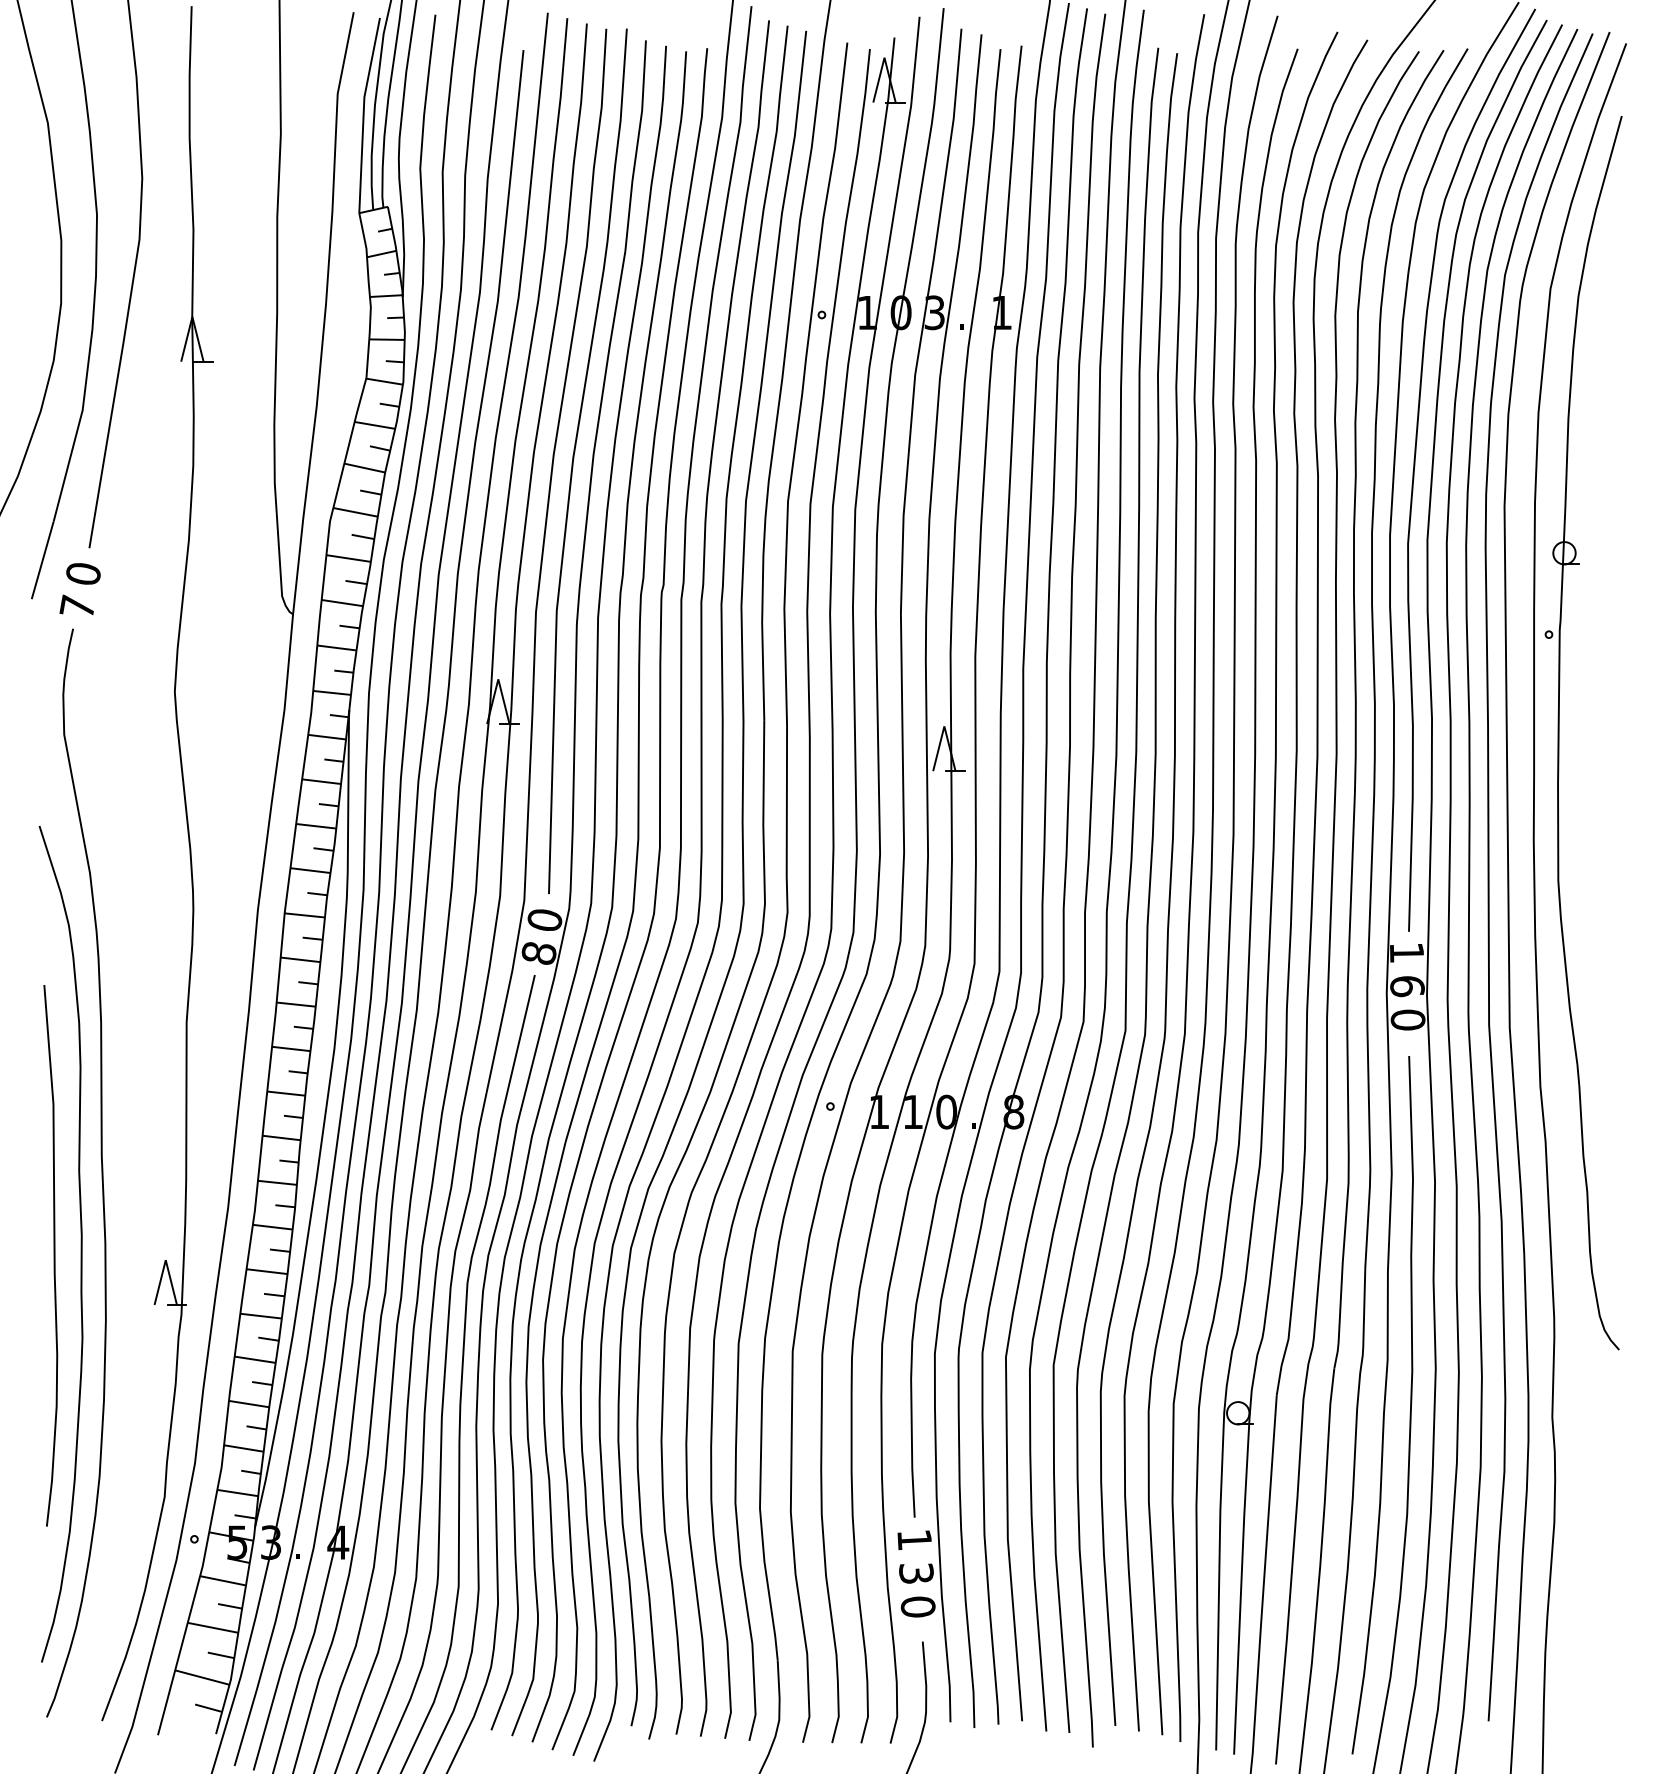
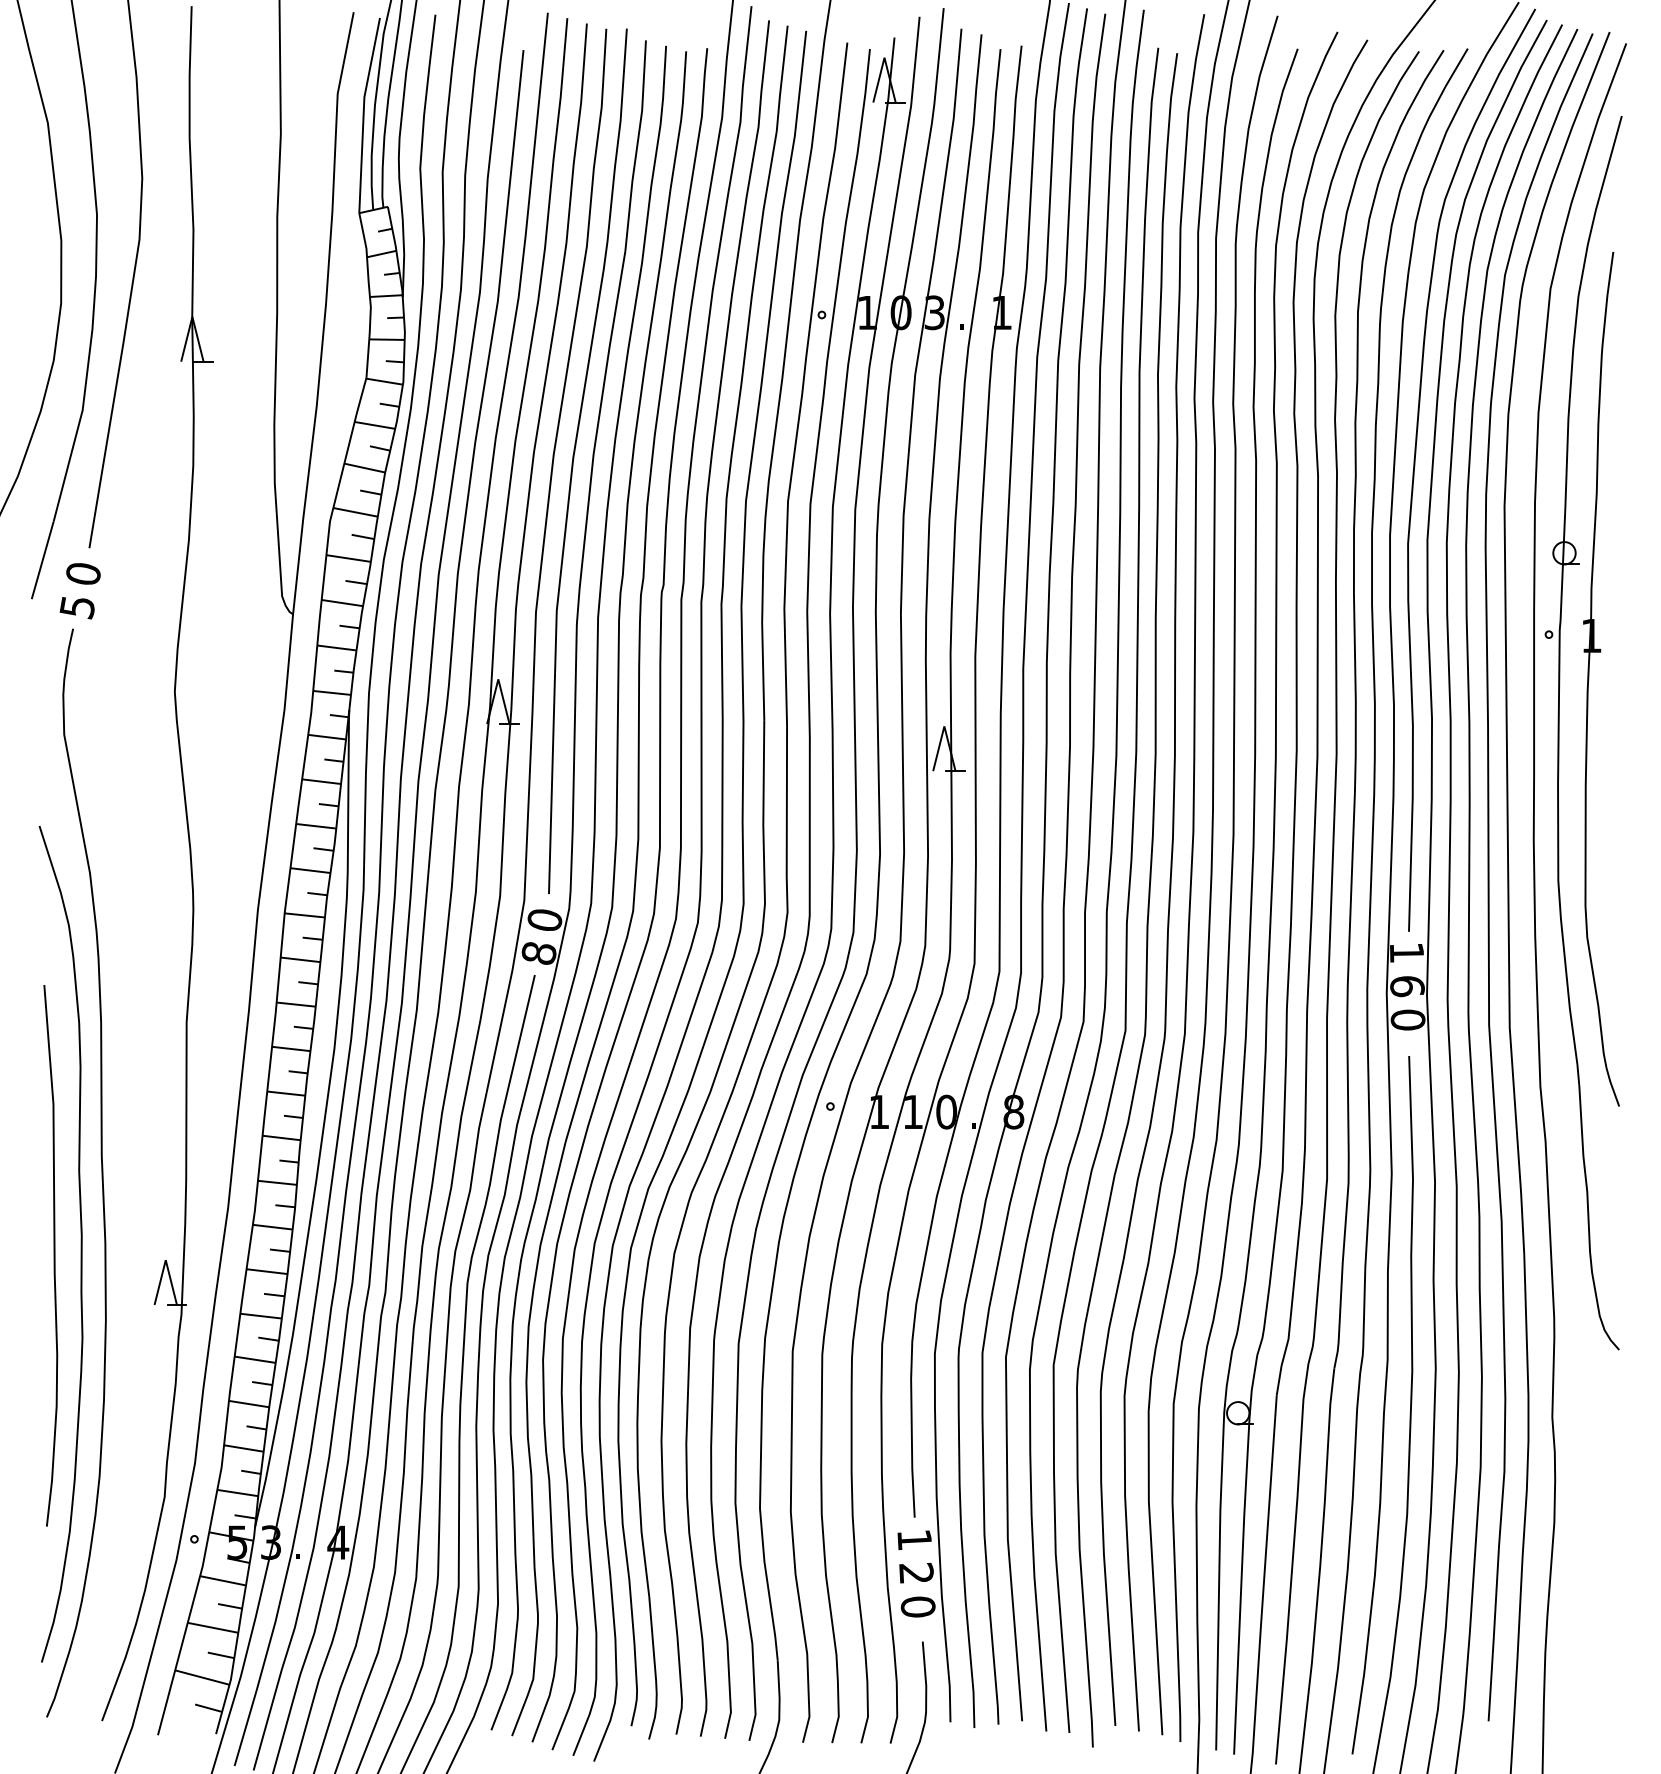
text at (76, 606): 7 -> 5
part at (1589, 679): none -> present
text at (916, 1572): 3 -> 2
